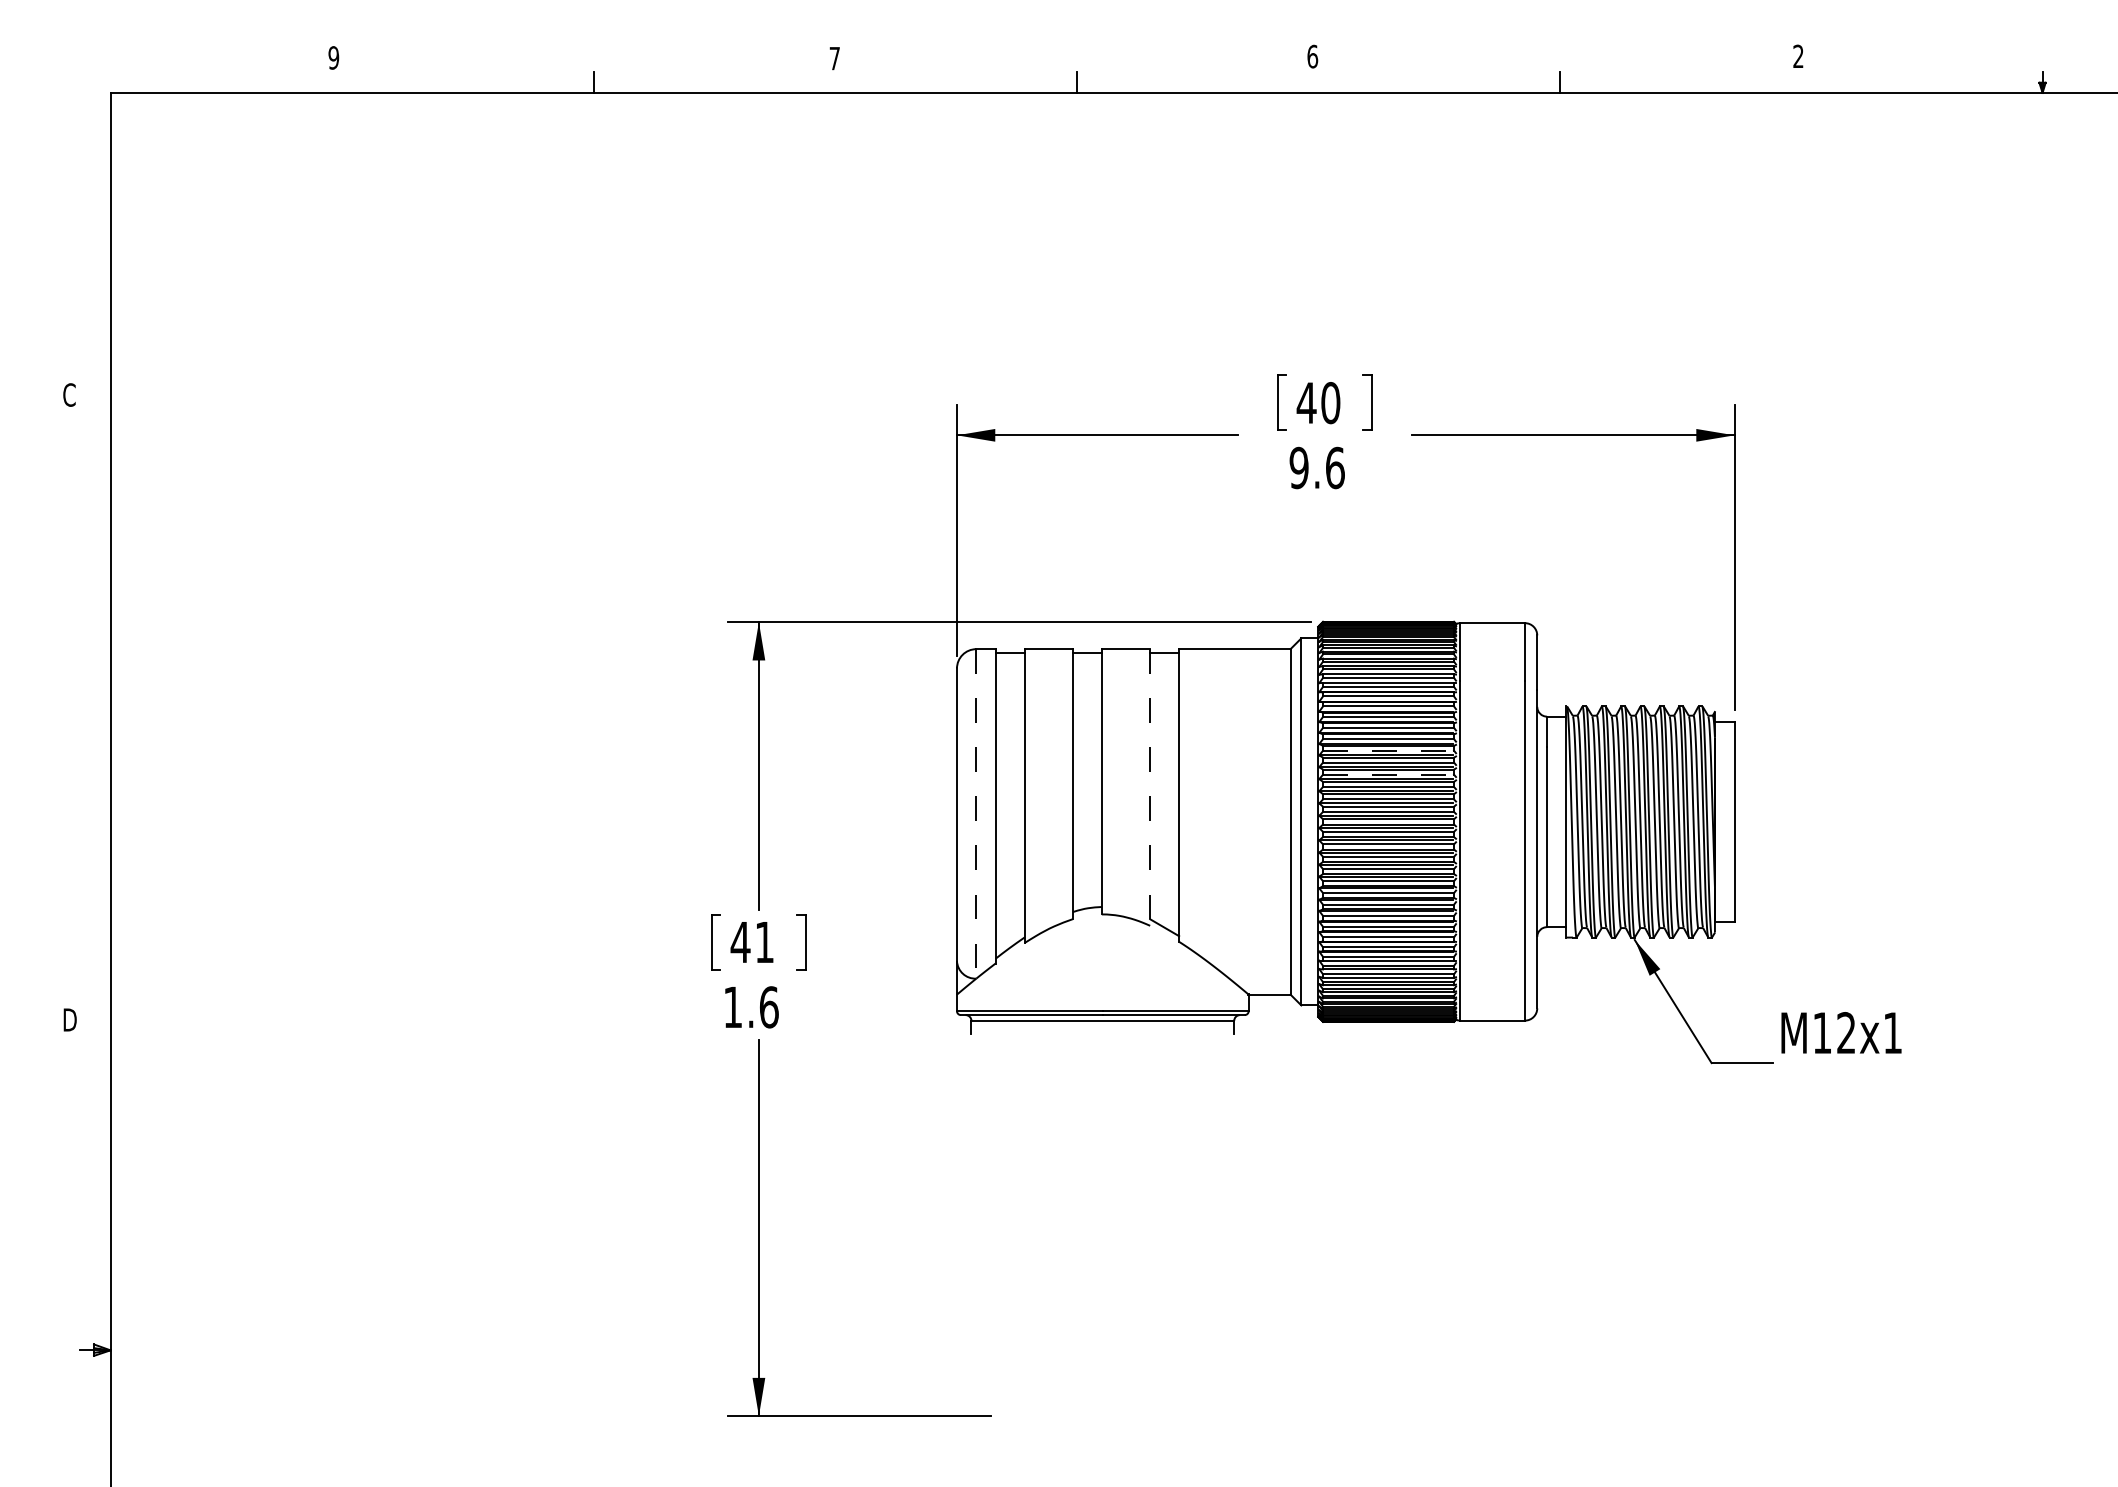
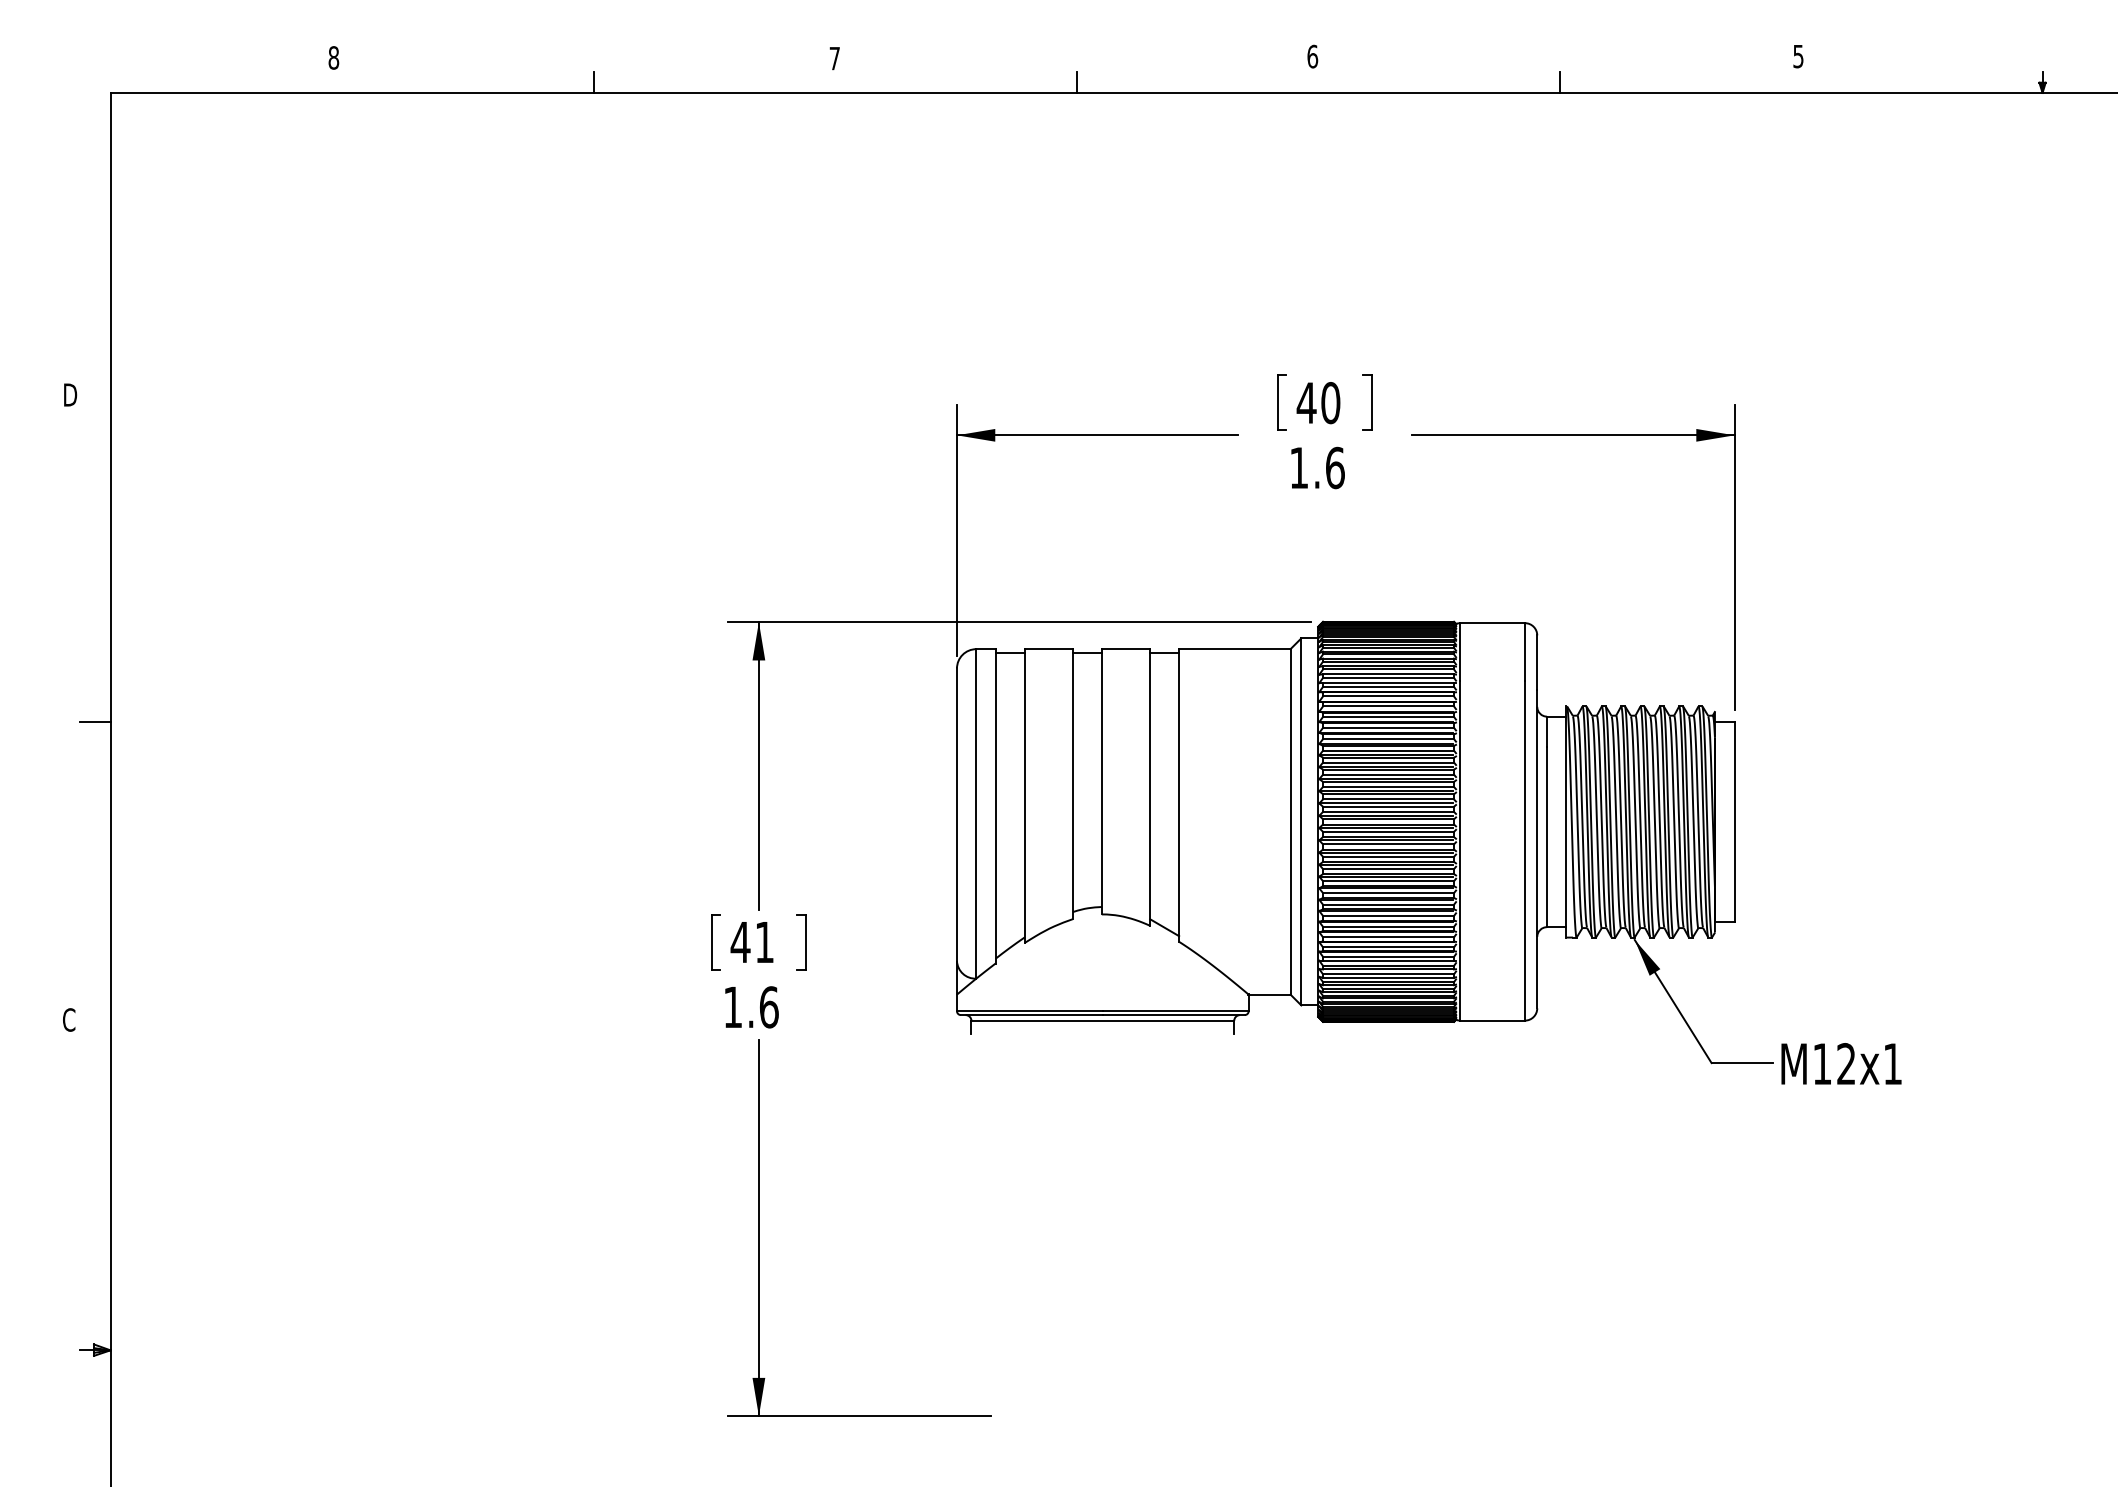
text at (1798, 56): 2 -> 5
text at (333, 57): 9 -> 8
text at (70, 394): C -> D
text at (1298, 467): 9.6 -> 1.6
line at (94, 721): none -> present
line at (1388, 750): dashed -> solid
line at (1388, 774): dashed -> solid
line at (1150, 788): dashed -> solid
line at (976, 813): dashed -> solid
text at (69, 1019): D -> C
text at (1841, 1032) position: (1841, 1032) -> (1841, 1063)
